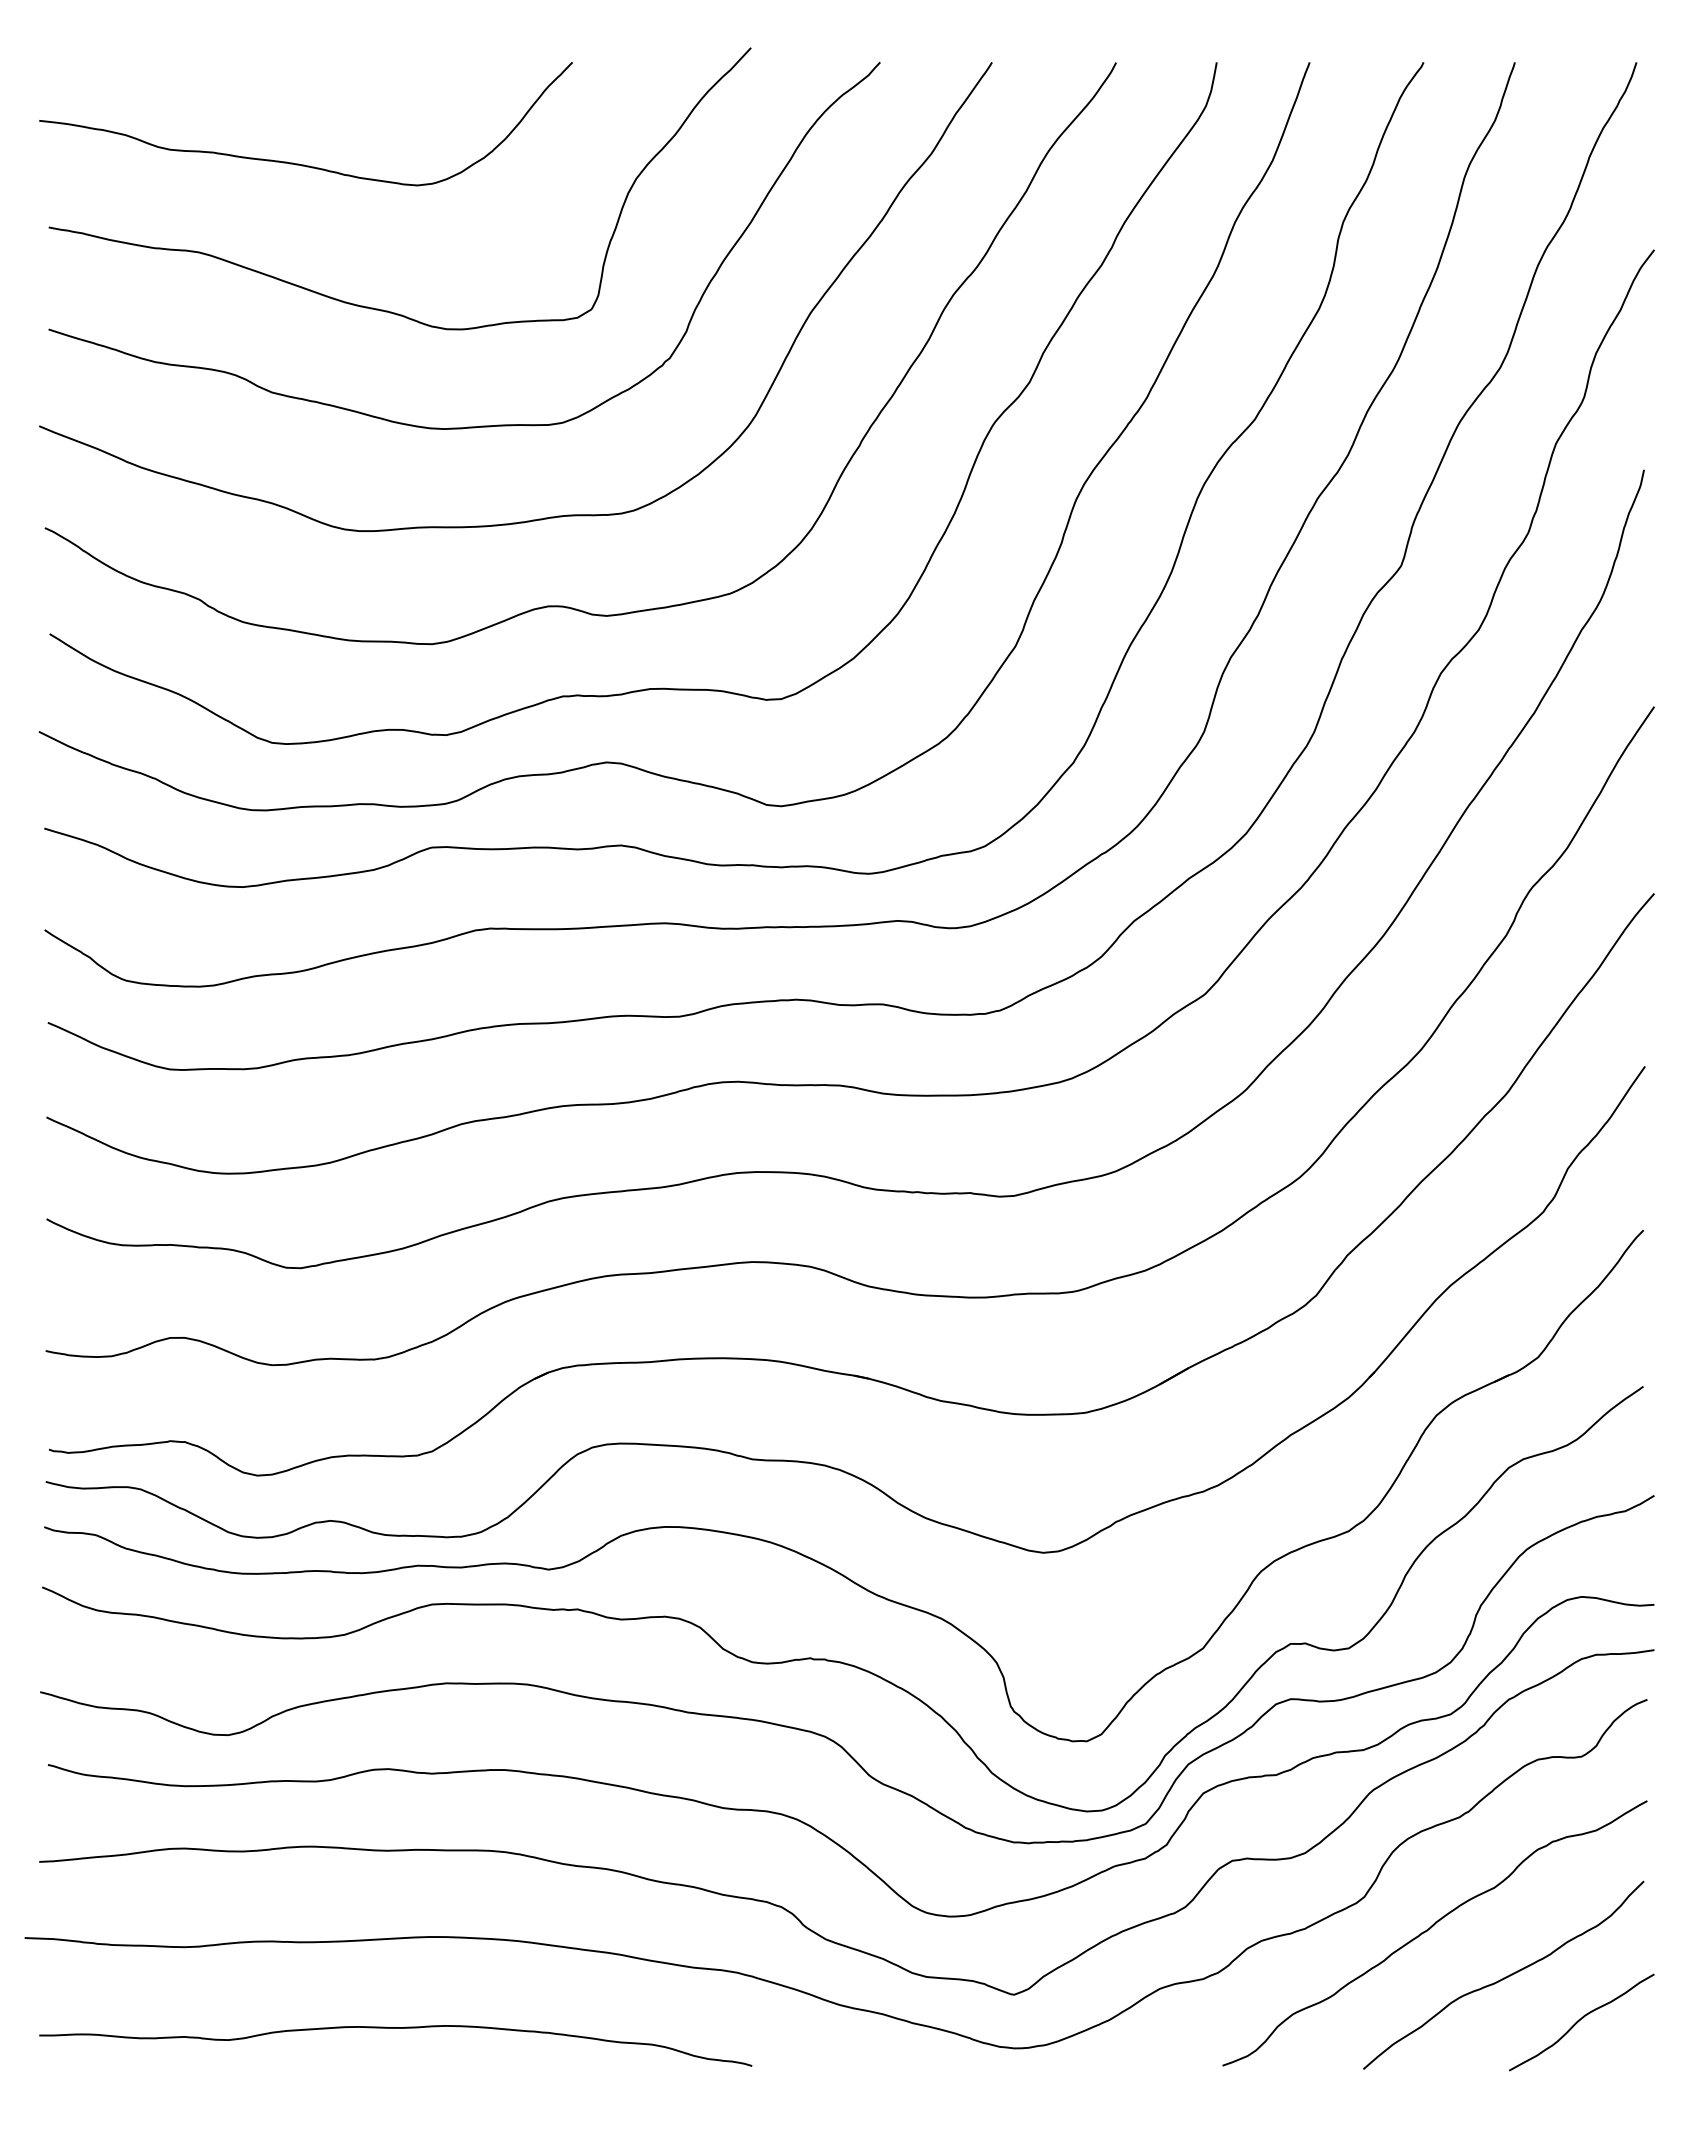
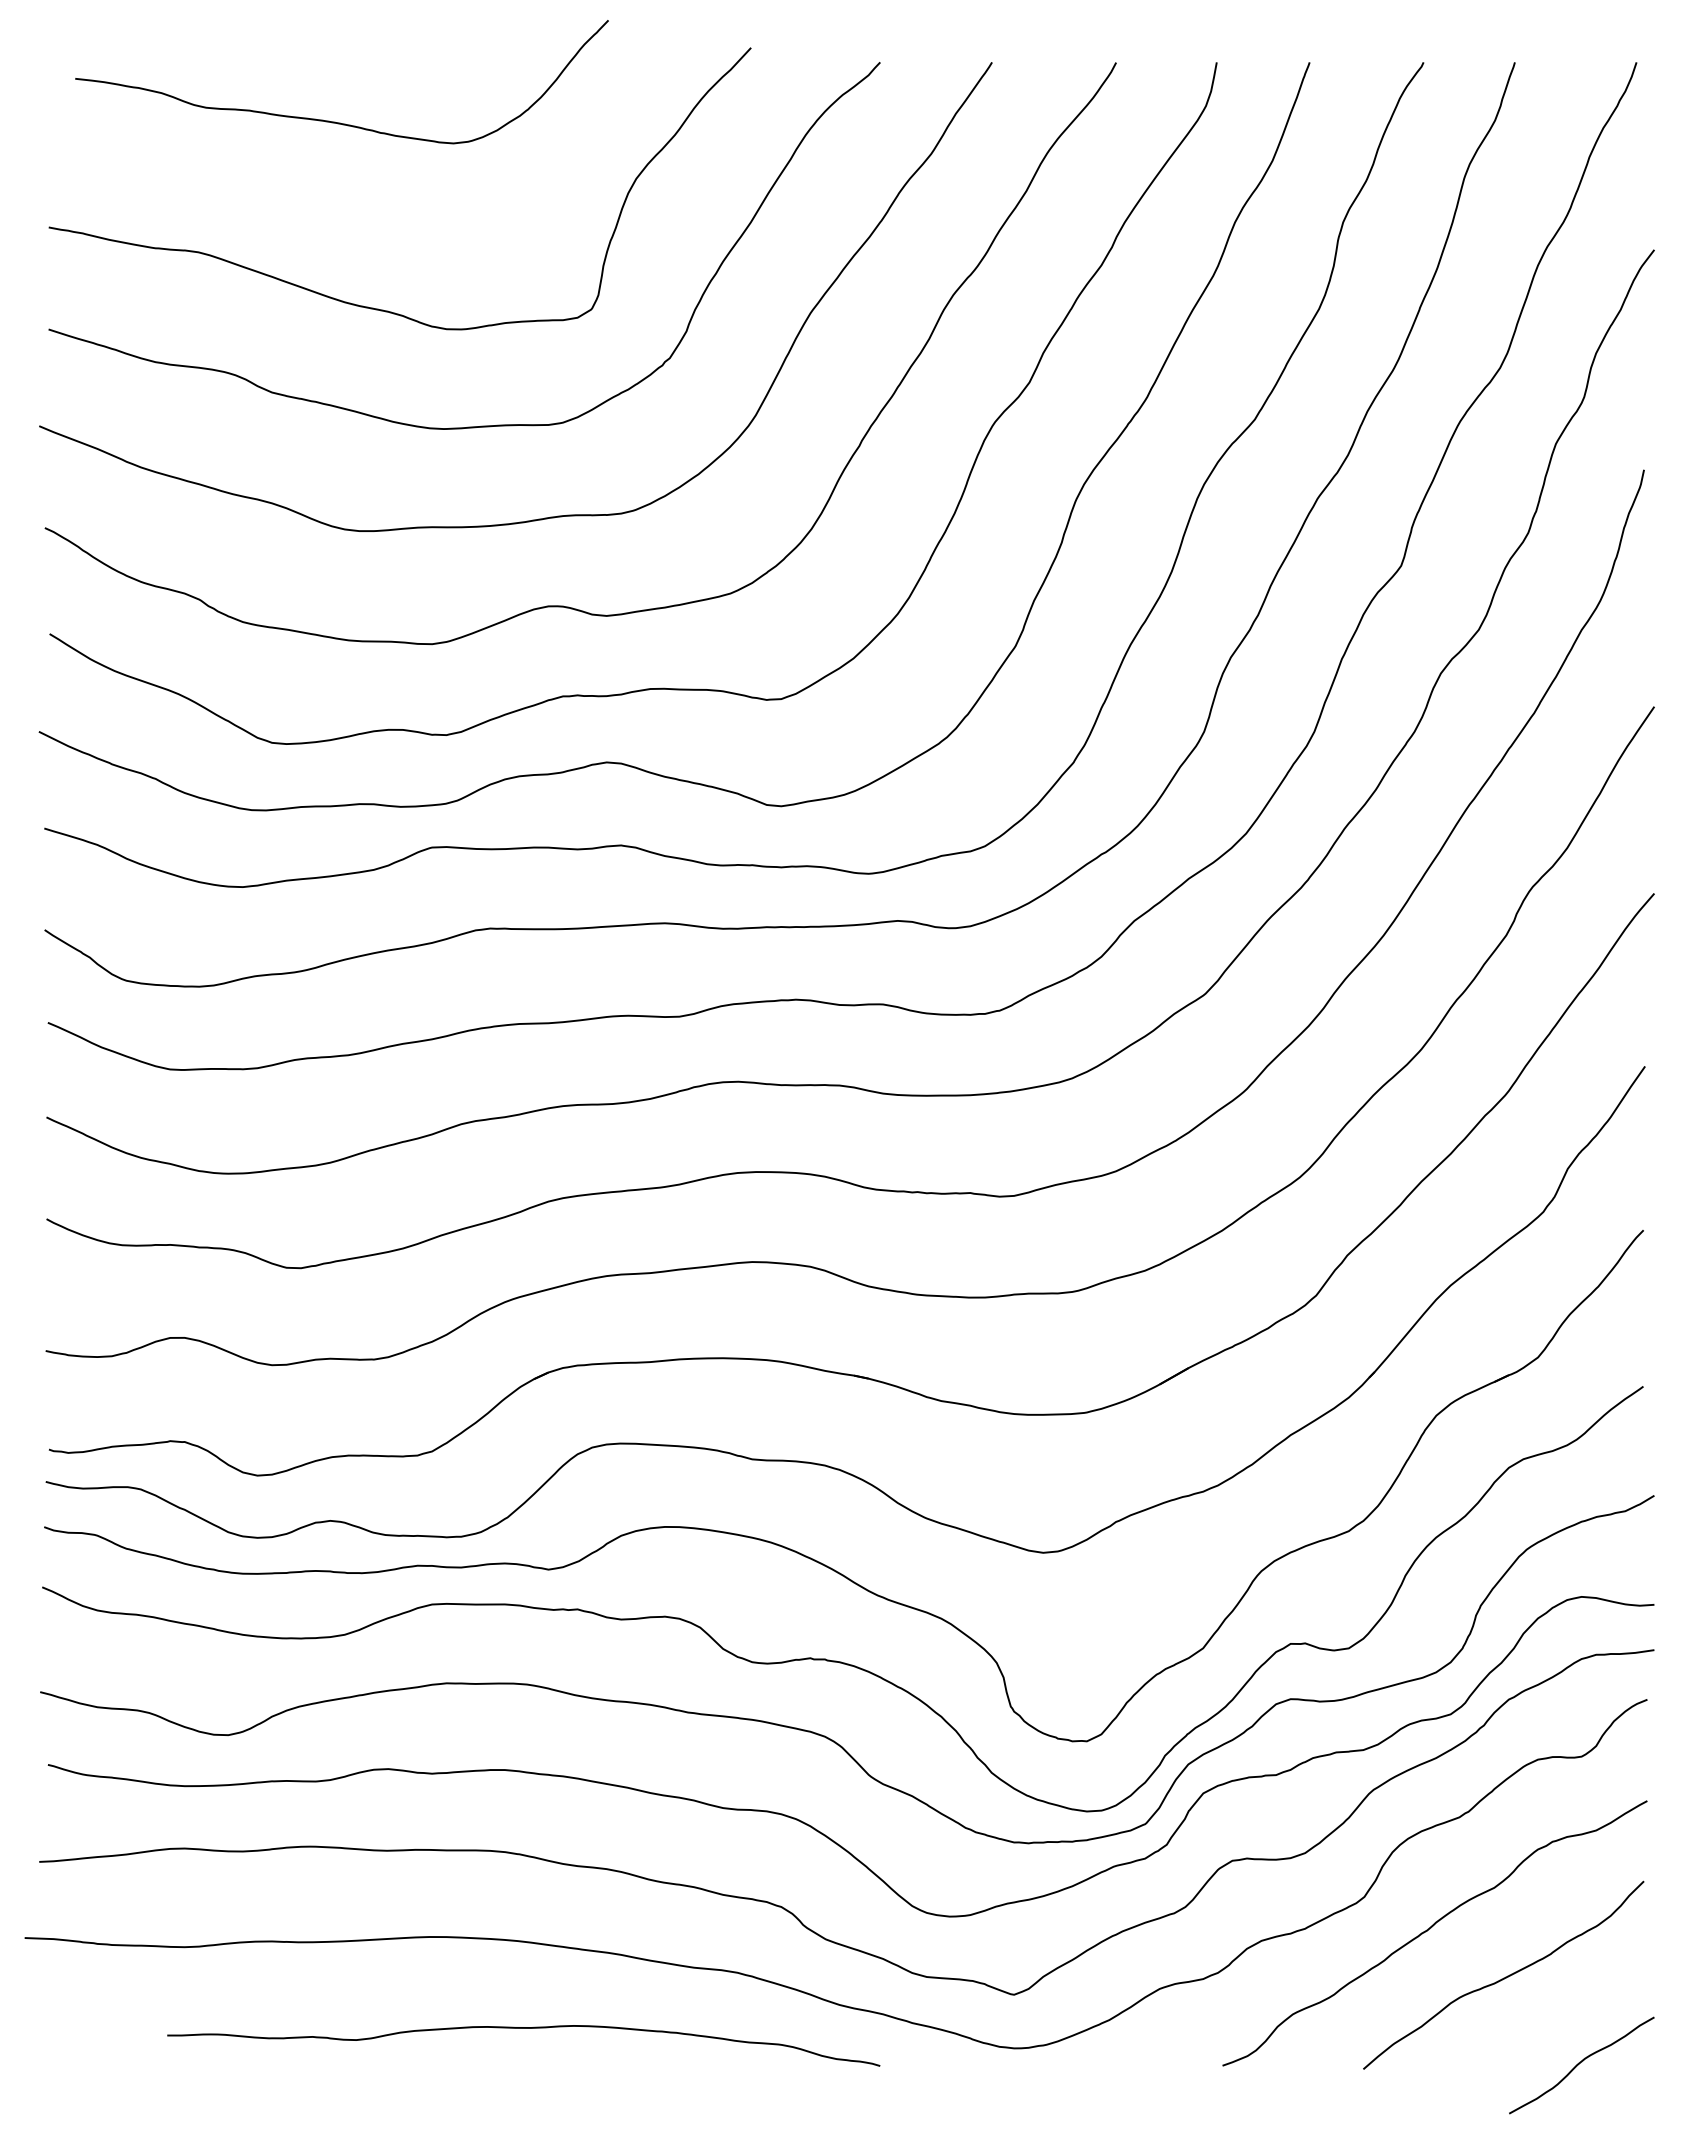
curve at (299, 163) position: (299, 163) -> (335, 121)
curve at (1580, 2020) position: (1580, 2020) -> (1580, 2063)
curve at (395, 2028) position: (395, 2028) -> (523, 2028)
